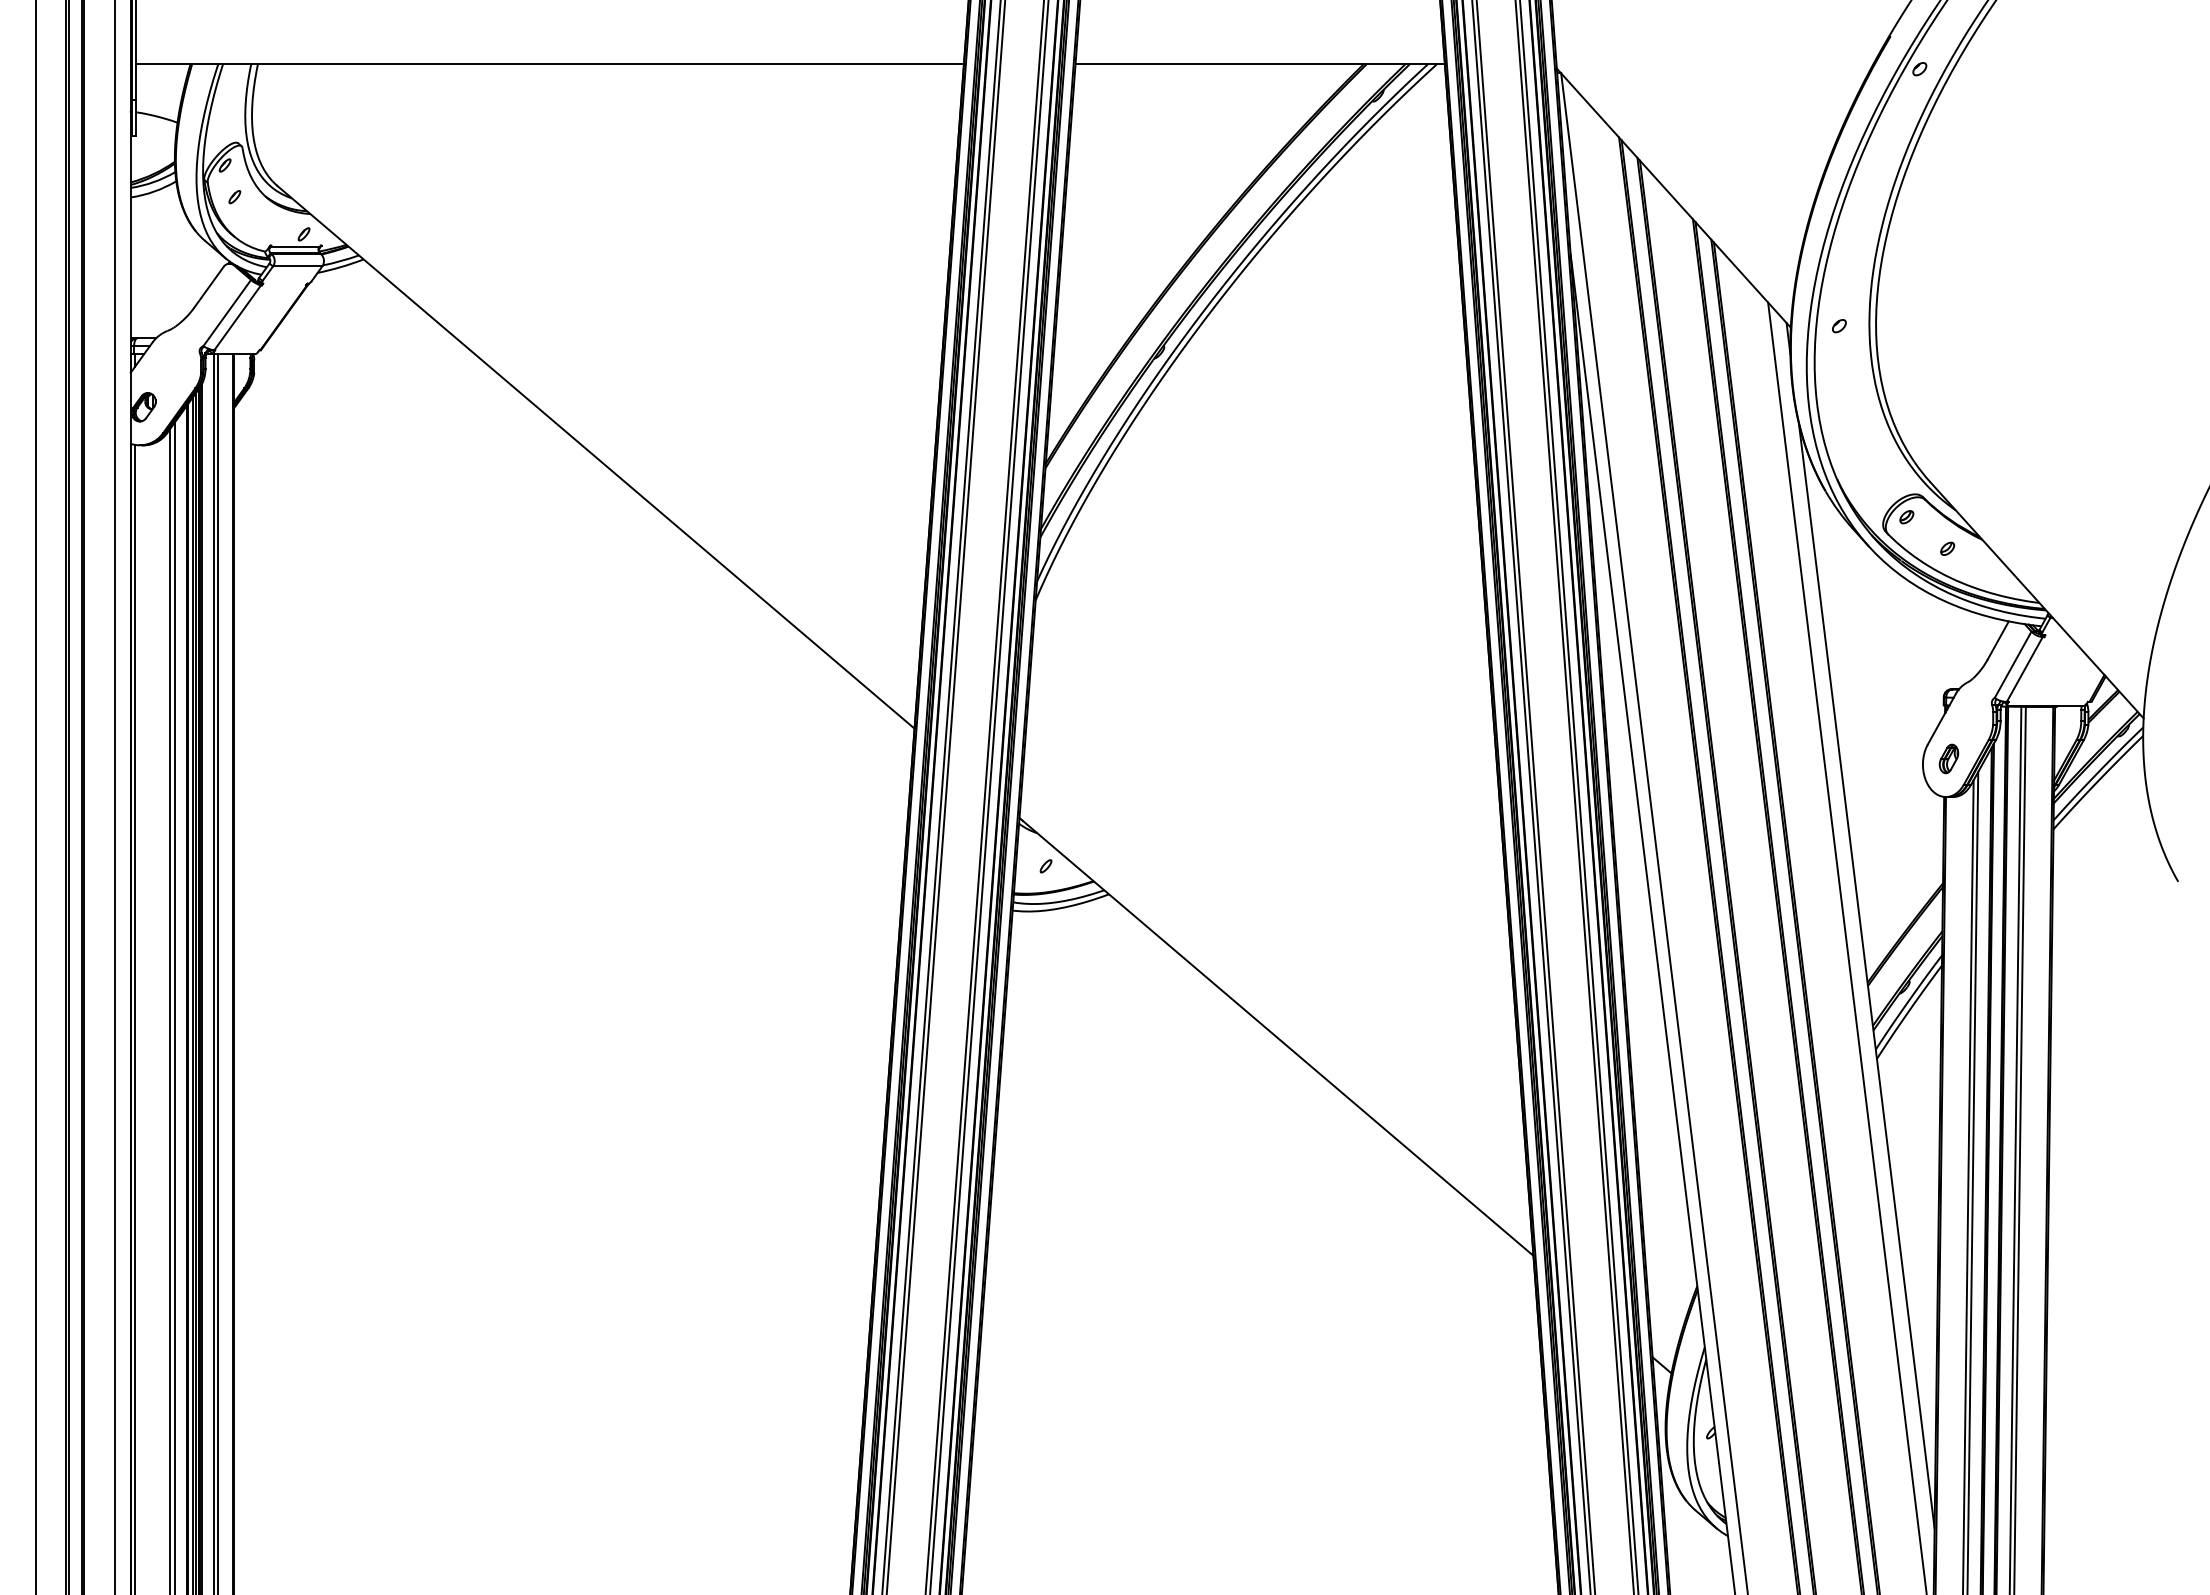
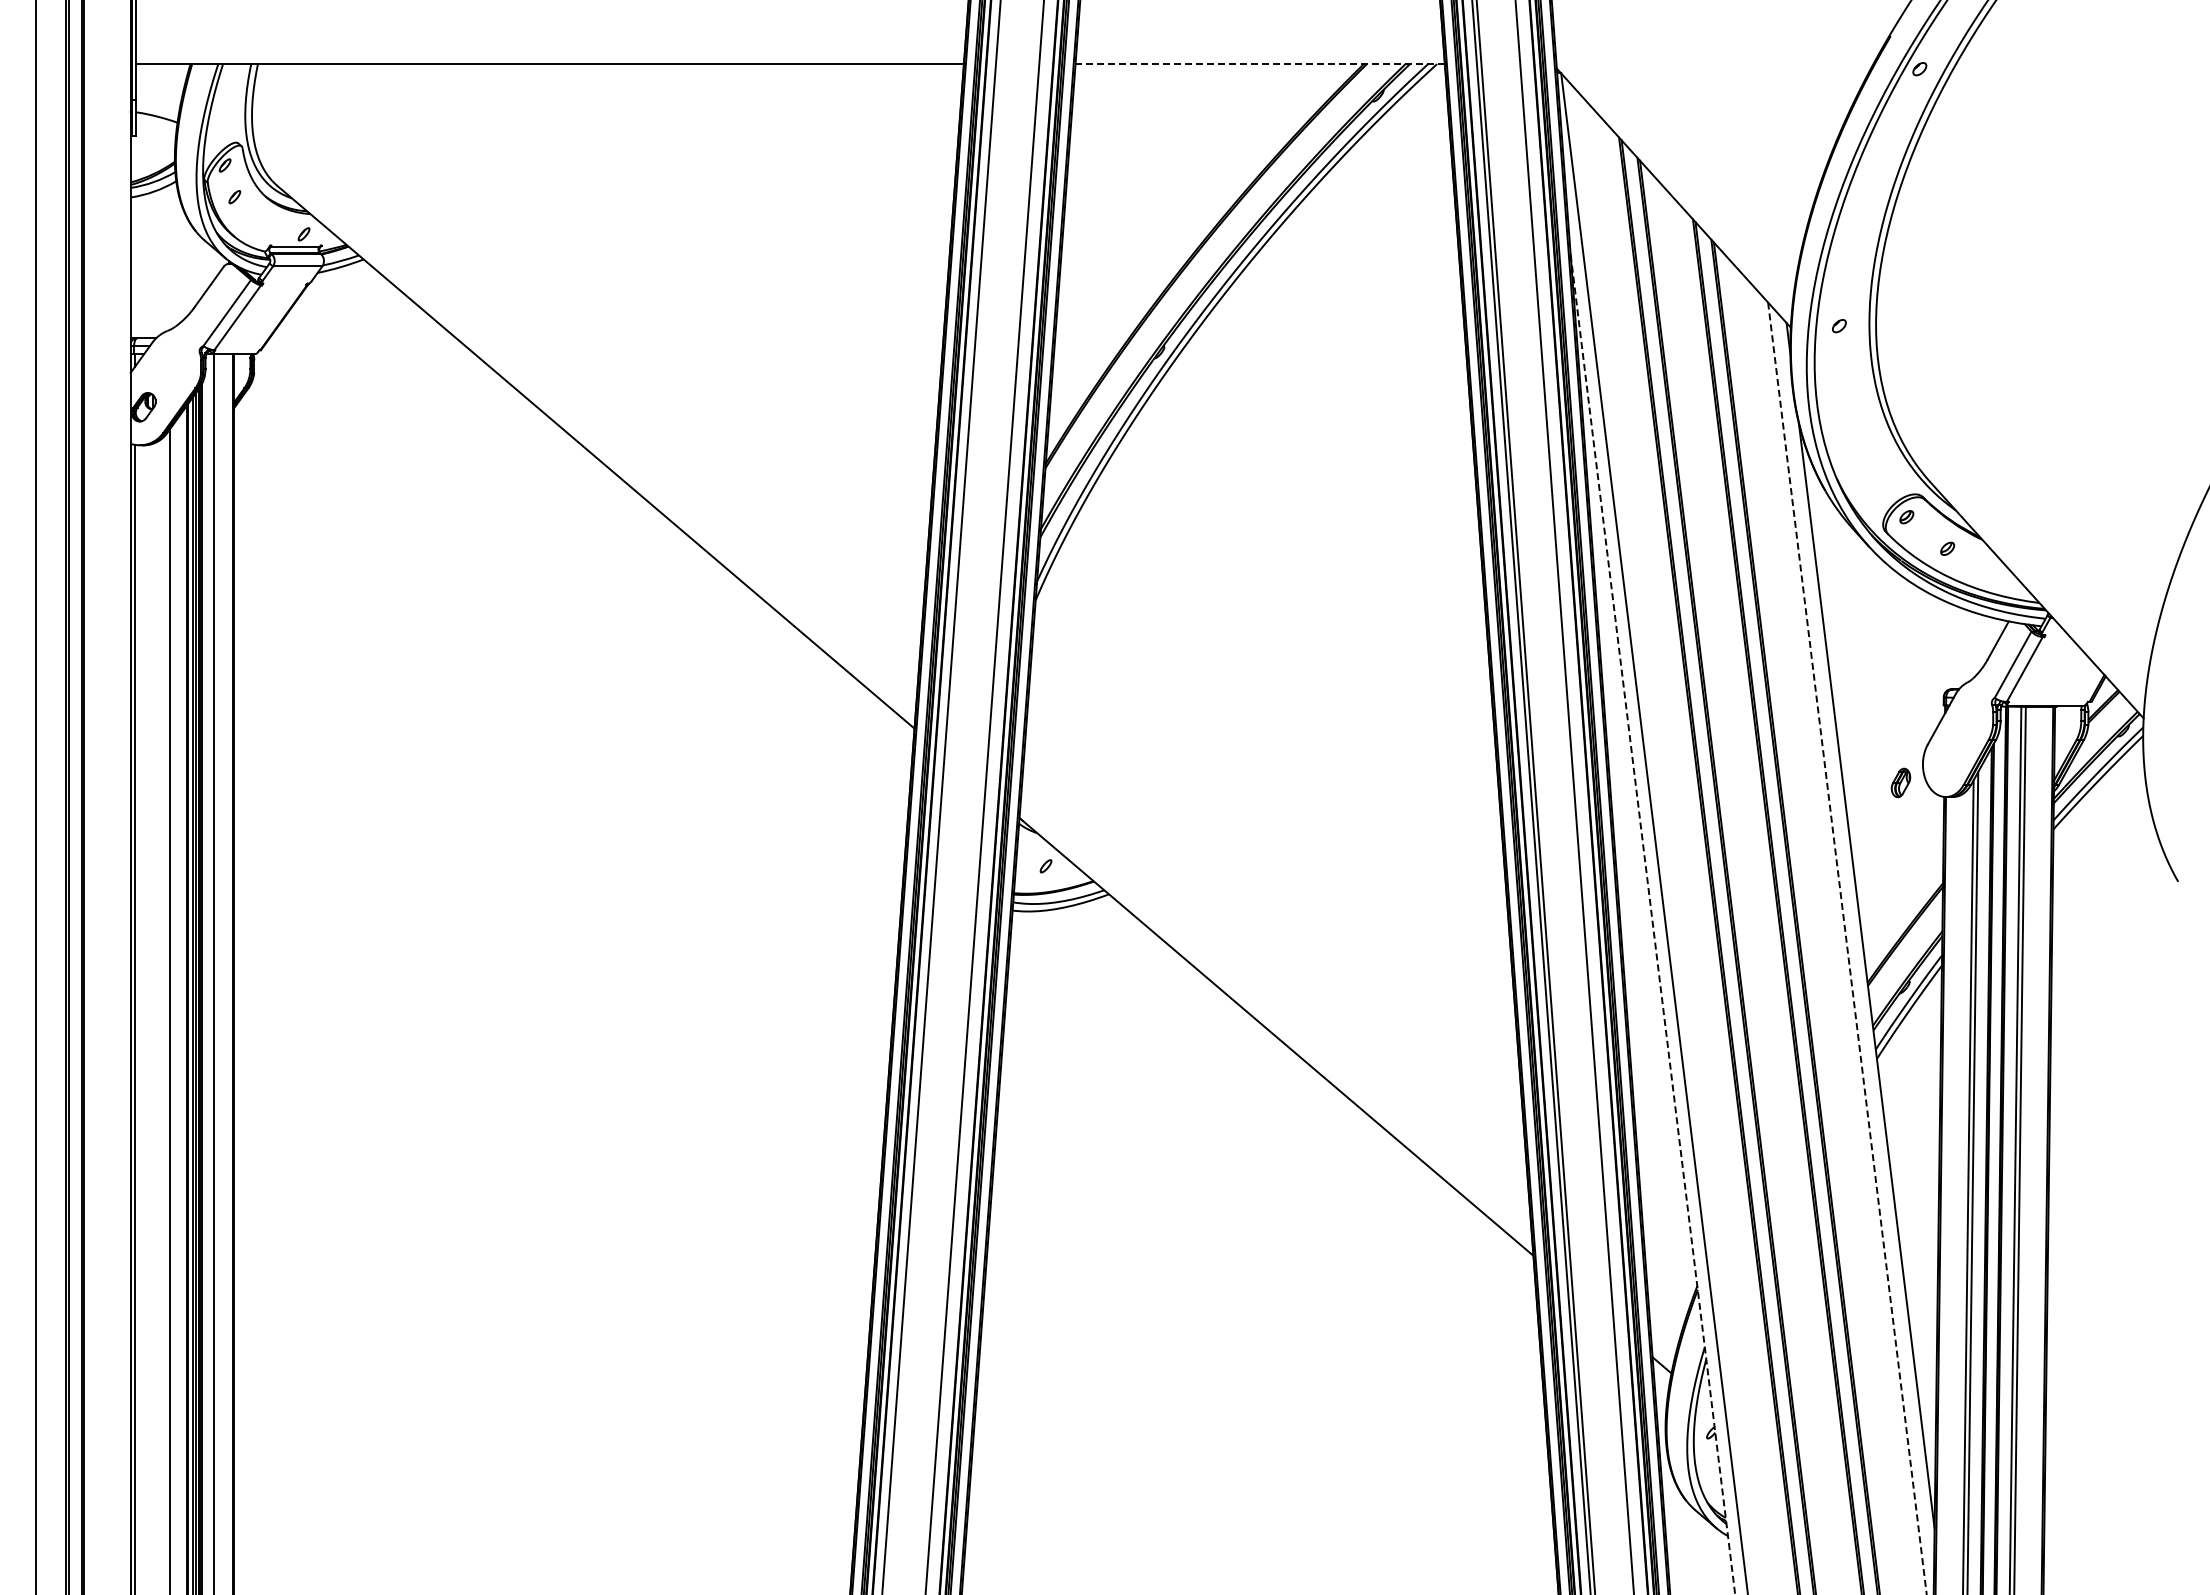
line at (1260, 64): solid -> dashed
part at (1948, 758) position: (1948, 758) -> (1900, 782)
line at (114, 796): present -> none
line at (945, 796): present -> none
line at (989, 796): present -> none
line at (1579, 796): present -> none
line at (1652, 924): solid -> dashed
line at (1847, 948): solid -> dashed
line at (217, 972): present -> none
line at (175, 1006): present -> none
